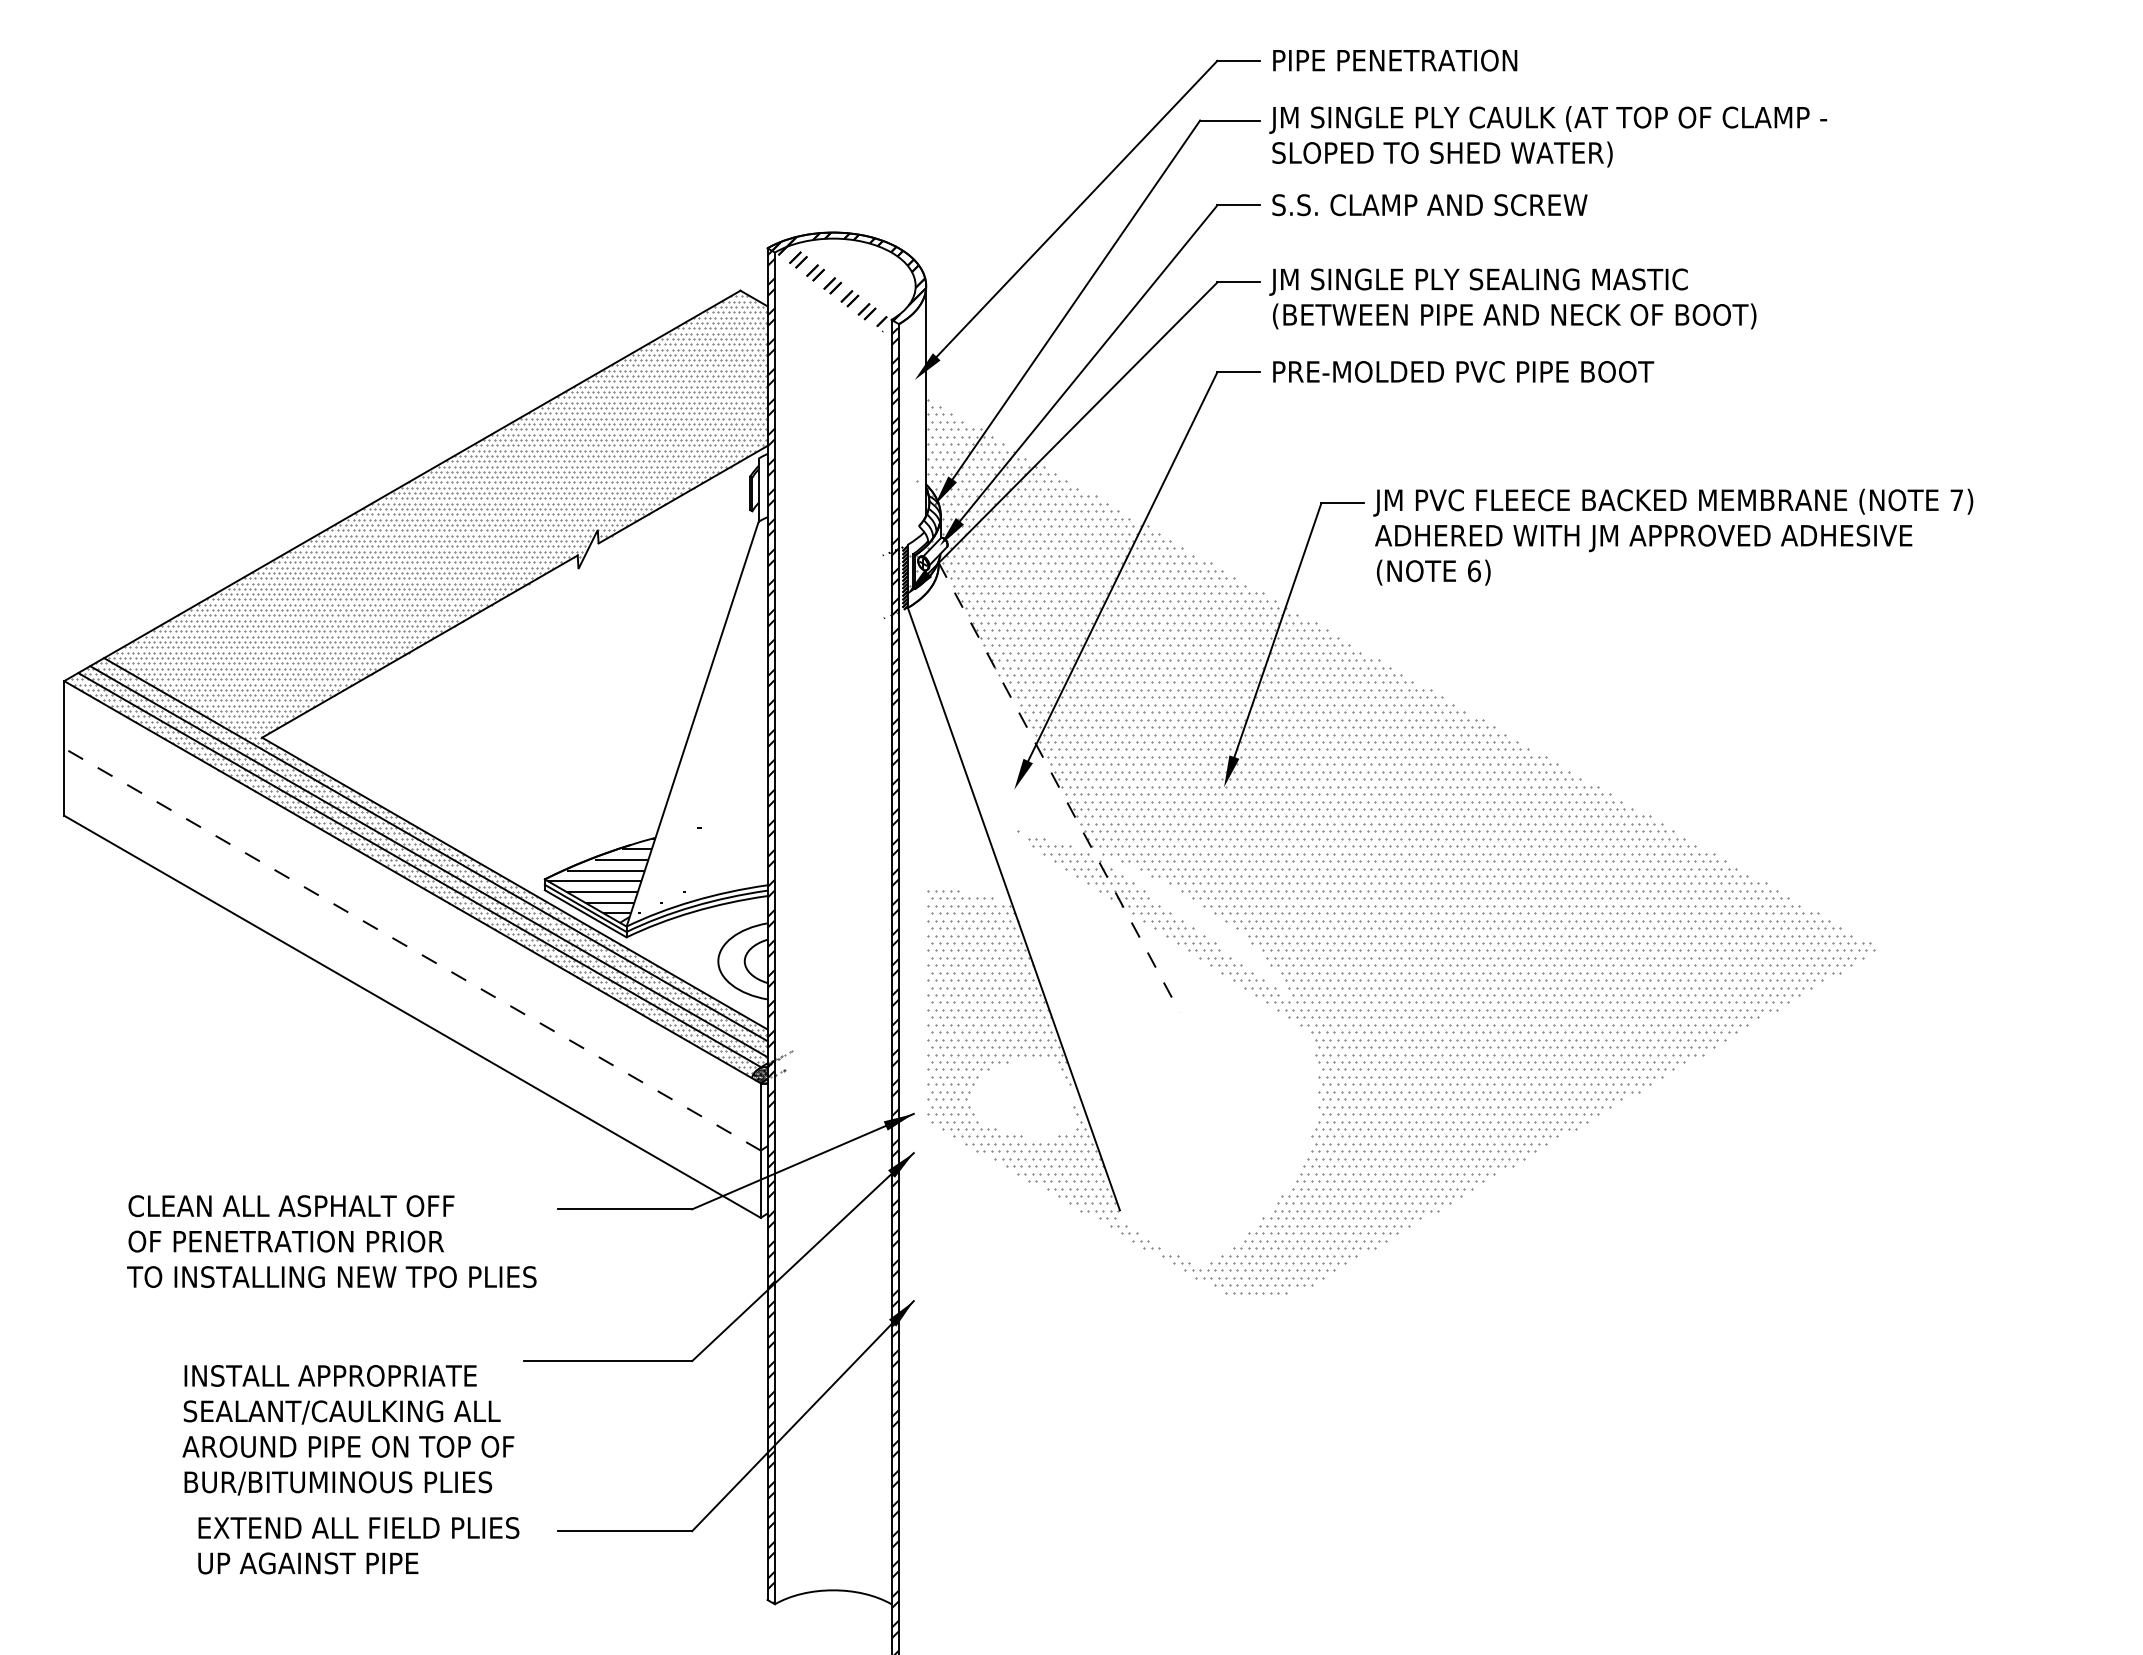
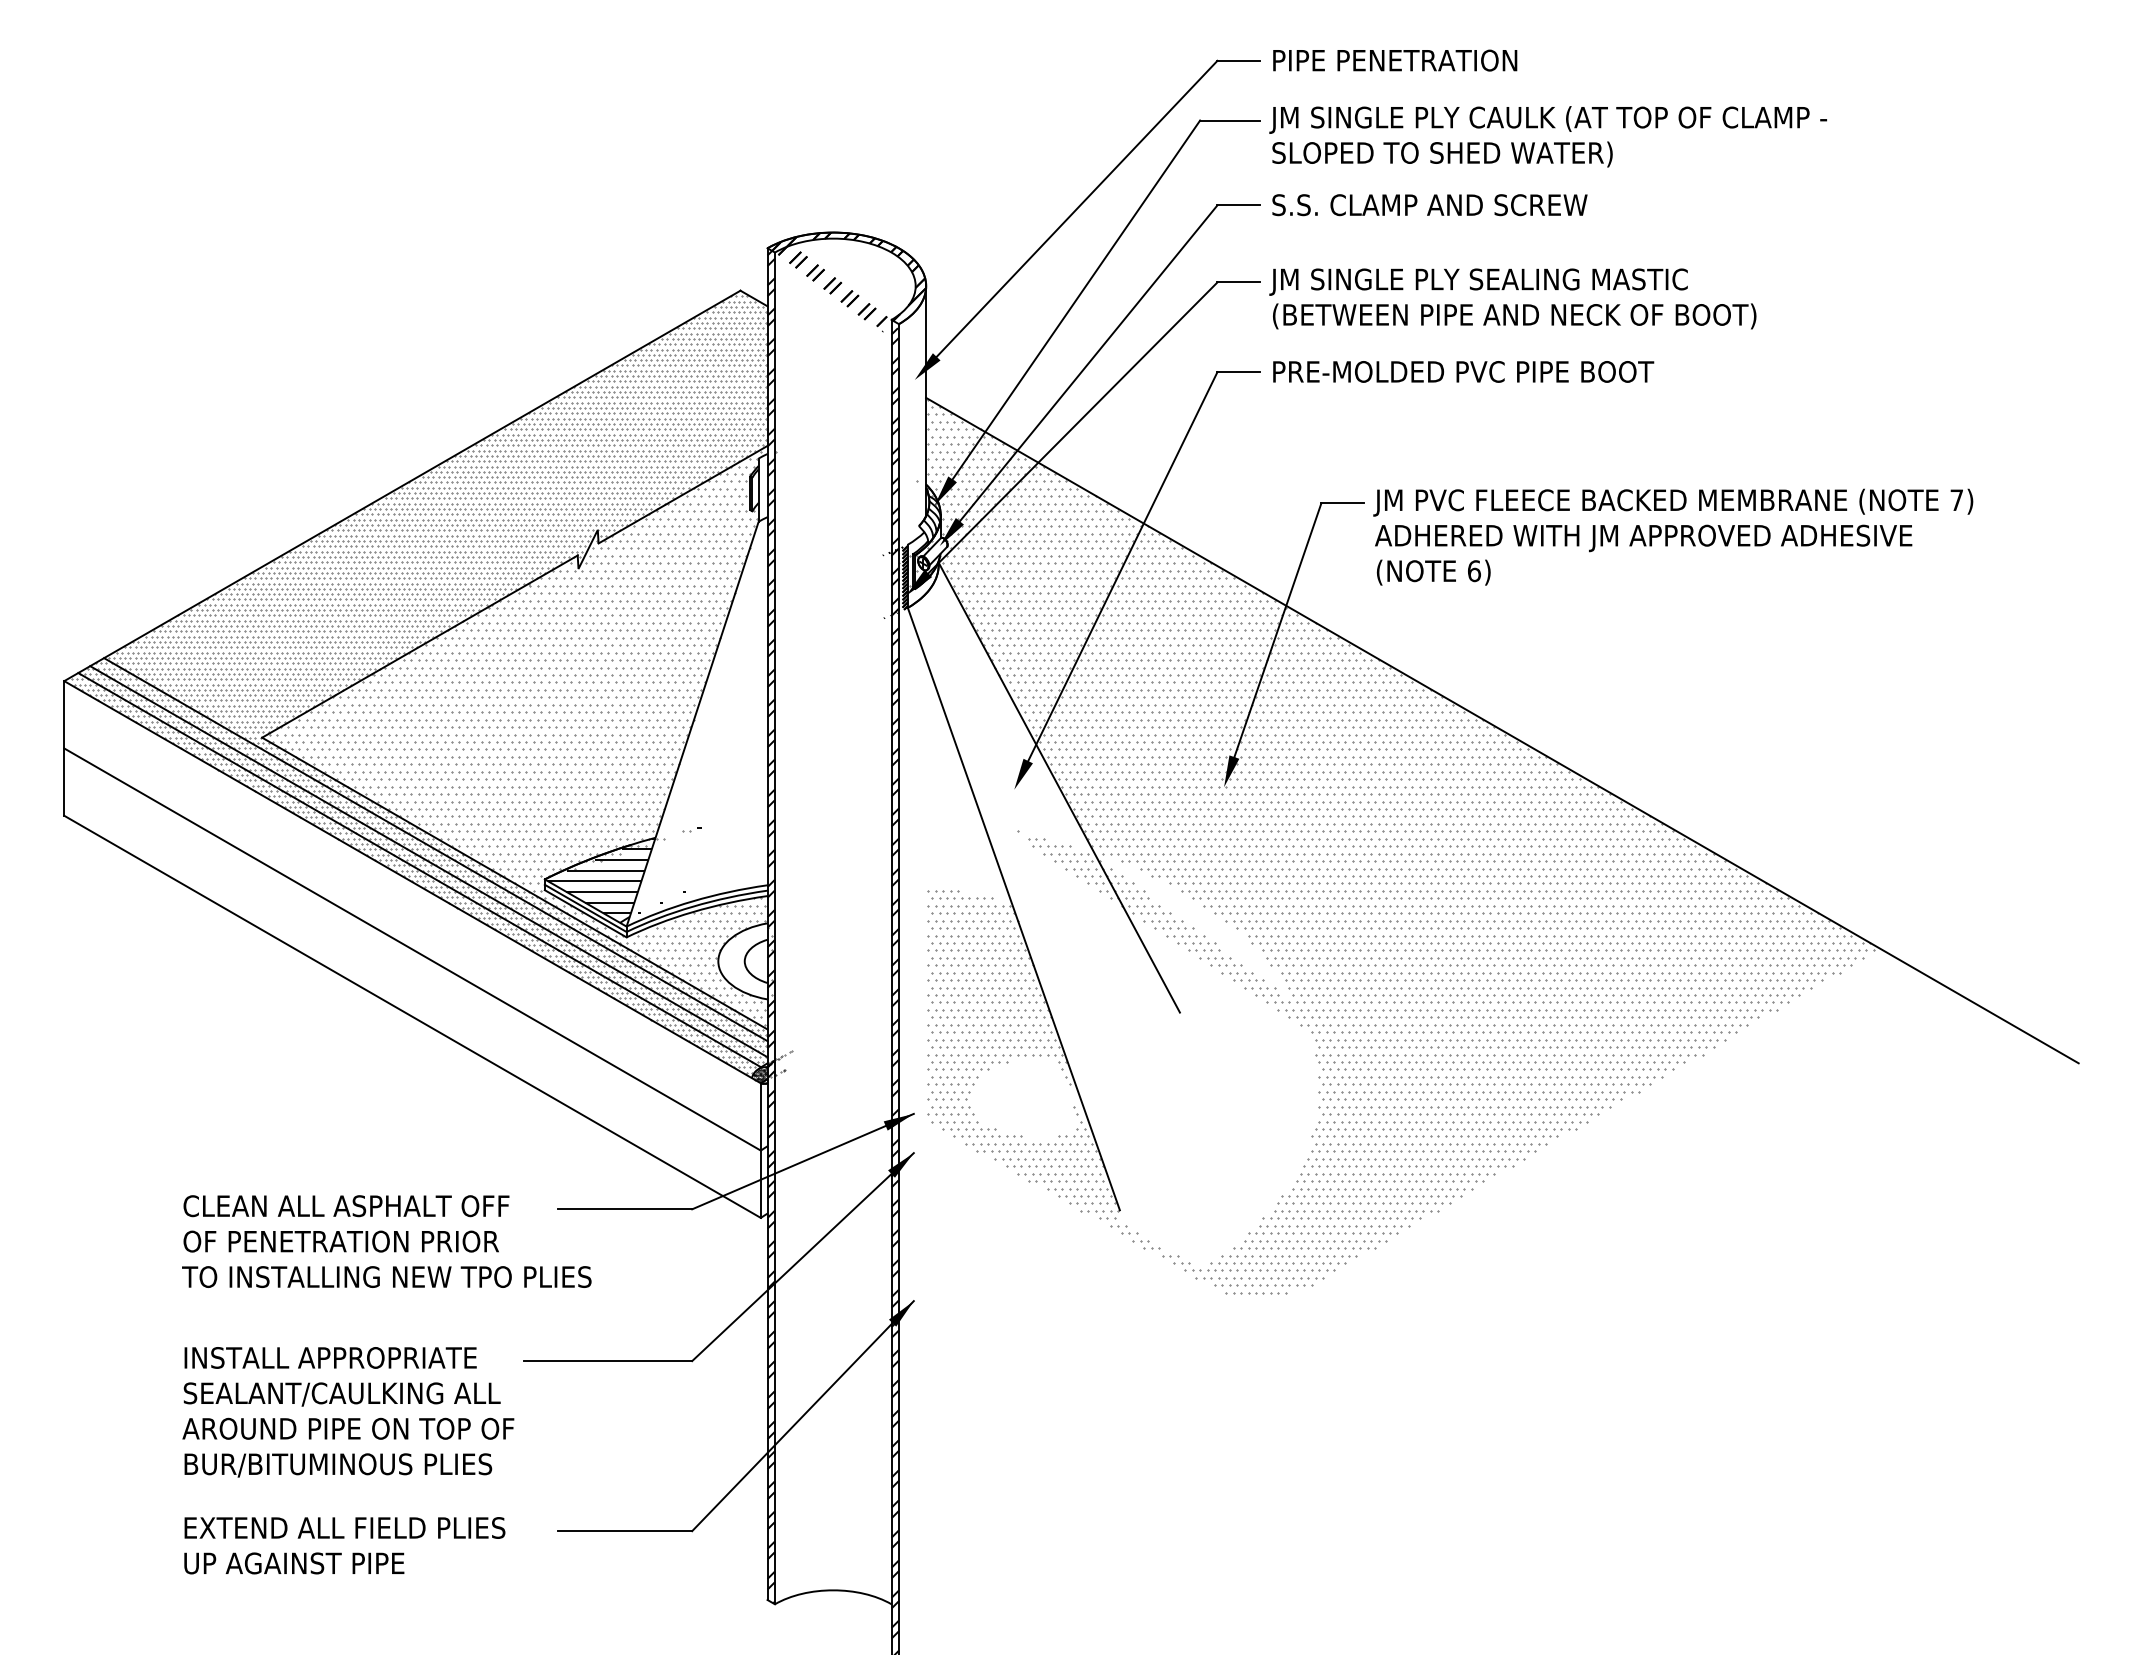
line at (1502, 730): none -> present
hatch at (522, 737): none -> present
line at (1059, 788): dashed -> solid
line at (412, 949): dashed -> solid
text at (331, 1241) position: (331, 1241) -> (386, 1241)
text at (348, 1430) position: (348, 1430) -> (348, 1412)
text at (358, 1545) position: (358, 1545) -> (344, 1545)
